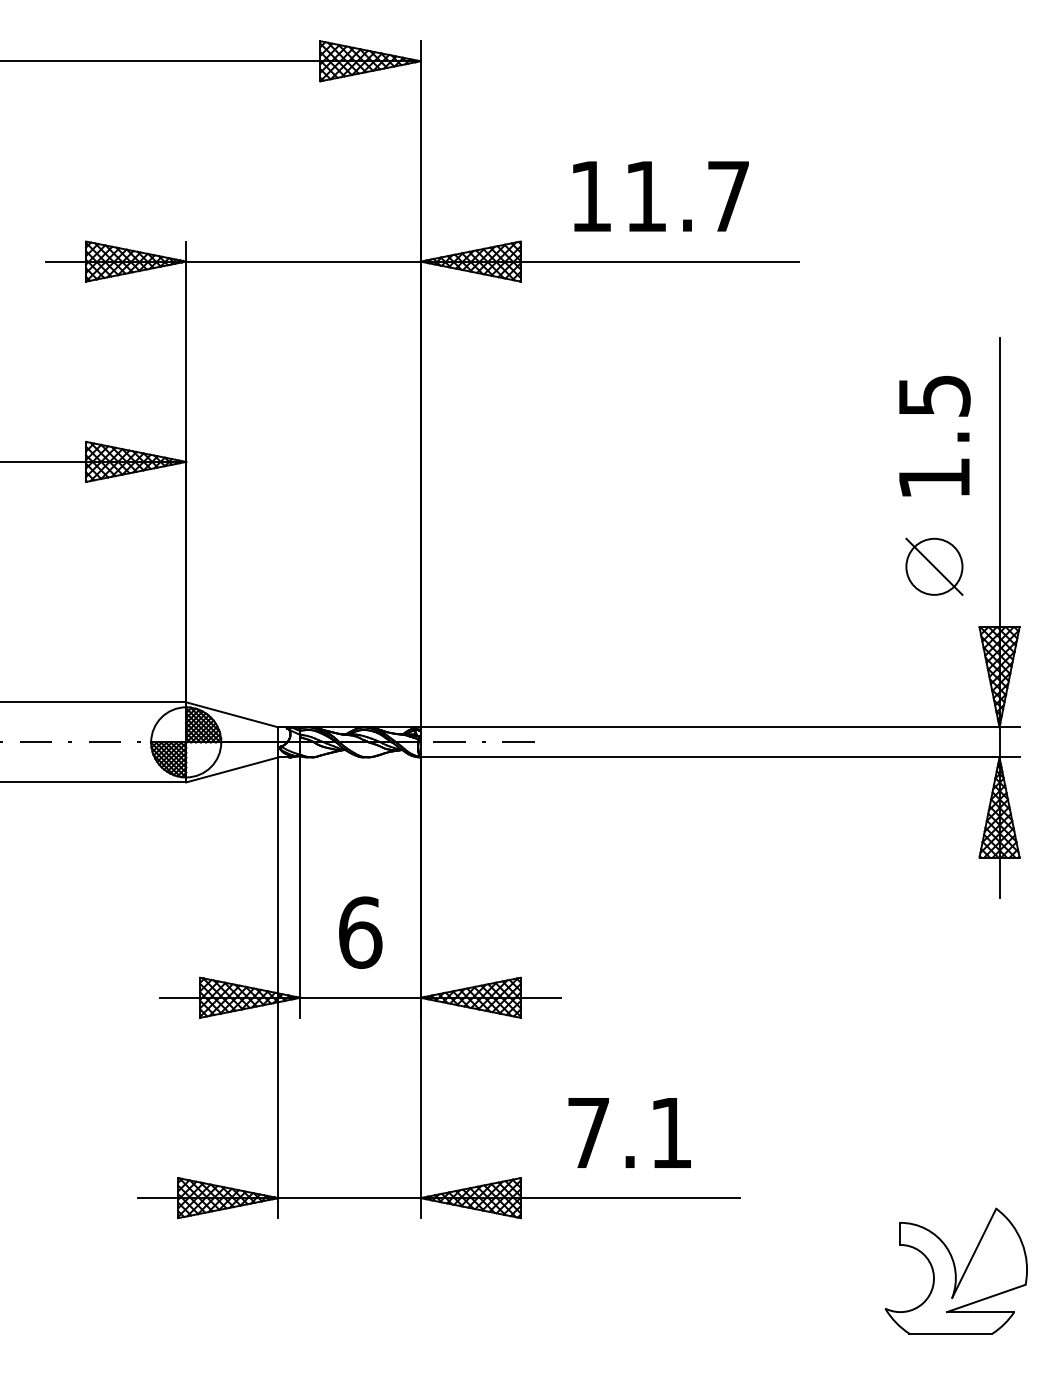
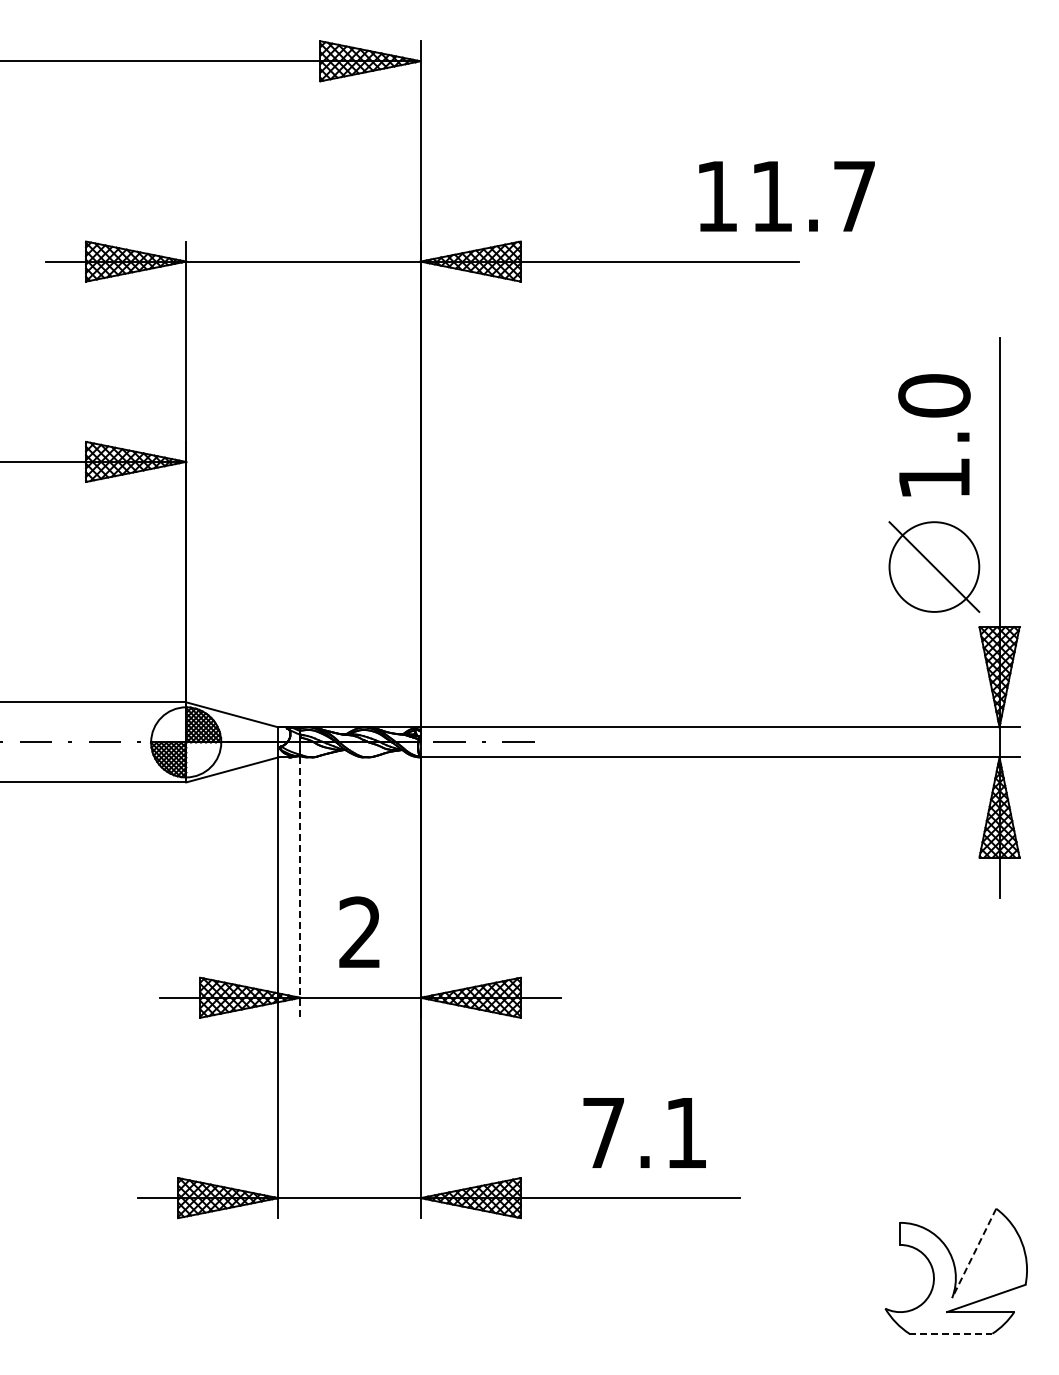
text at (660, 196) position: (660, 196) -> (786, 196)
text at (934, 395): 1.5 -> 1.0
part at (934, 566) size: 59x59 px -> 93x92 px
line at (300, 888): solid -> dashed
text at (360, 932): 6 -> 2
text at (629, 1132) position: (629, 1132) -> (644, 1132)
line at (974, 1253): solid -> dashed
line at (951, 1333): solid -> dashed
